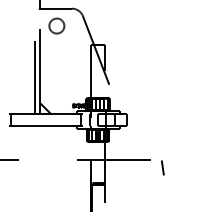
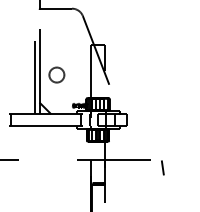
circle at (56, 25) position: (56, 25) -> (56, 74)
